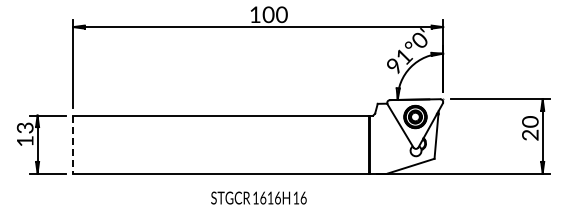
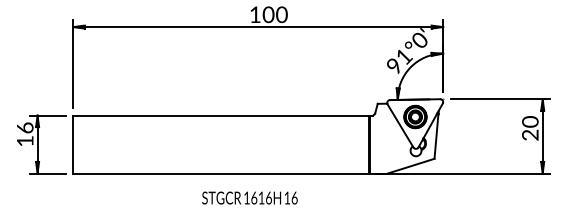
text at (24, 127): 13 -> 16
line at (73, 144): dashed -> solid
text at (258, 197) position: (258, 197) -> (249, 197)
